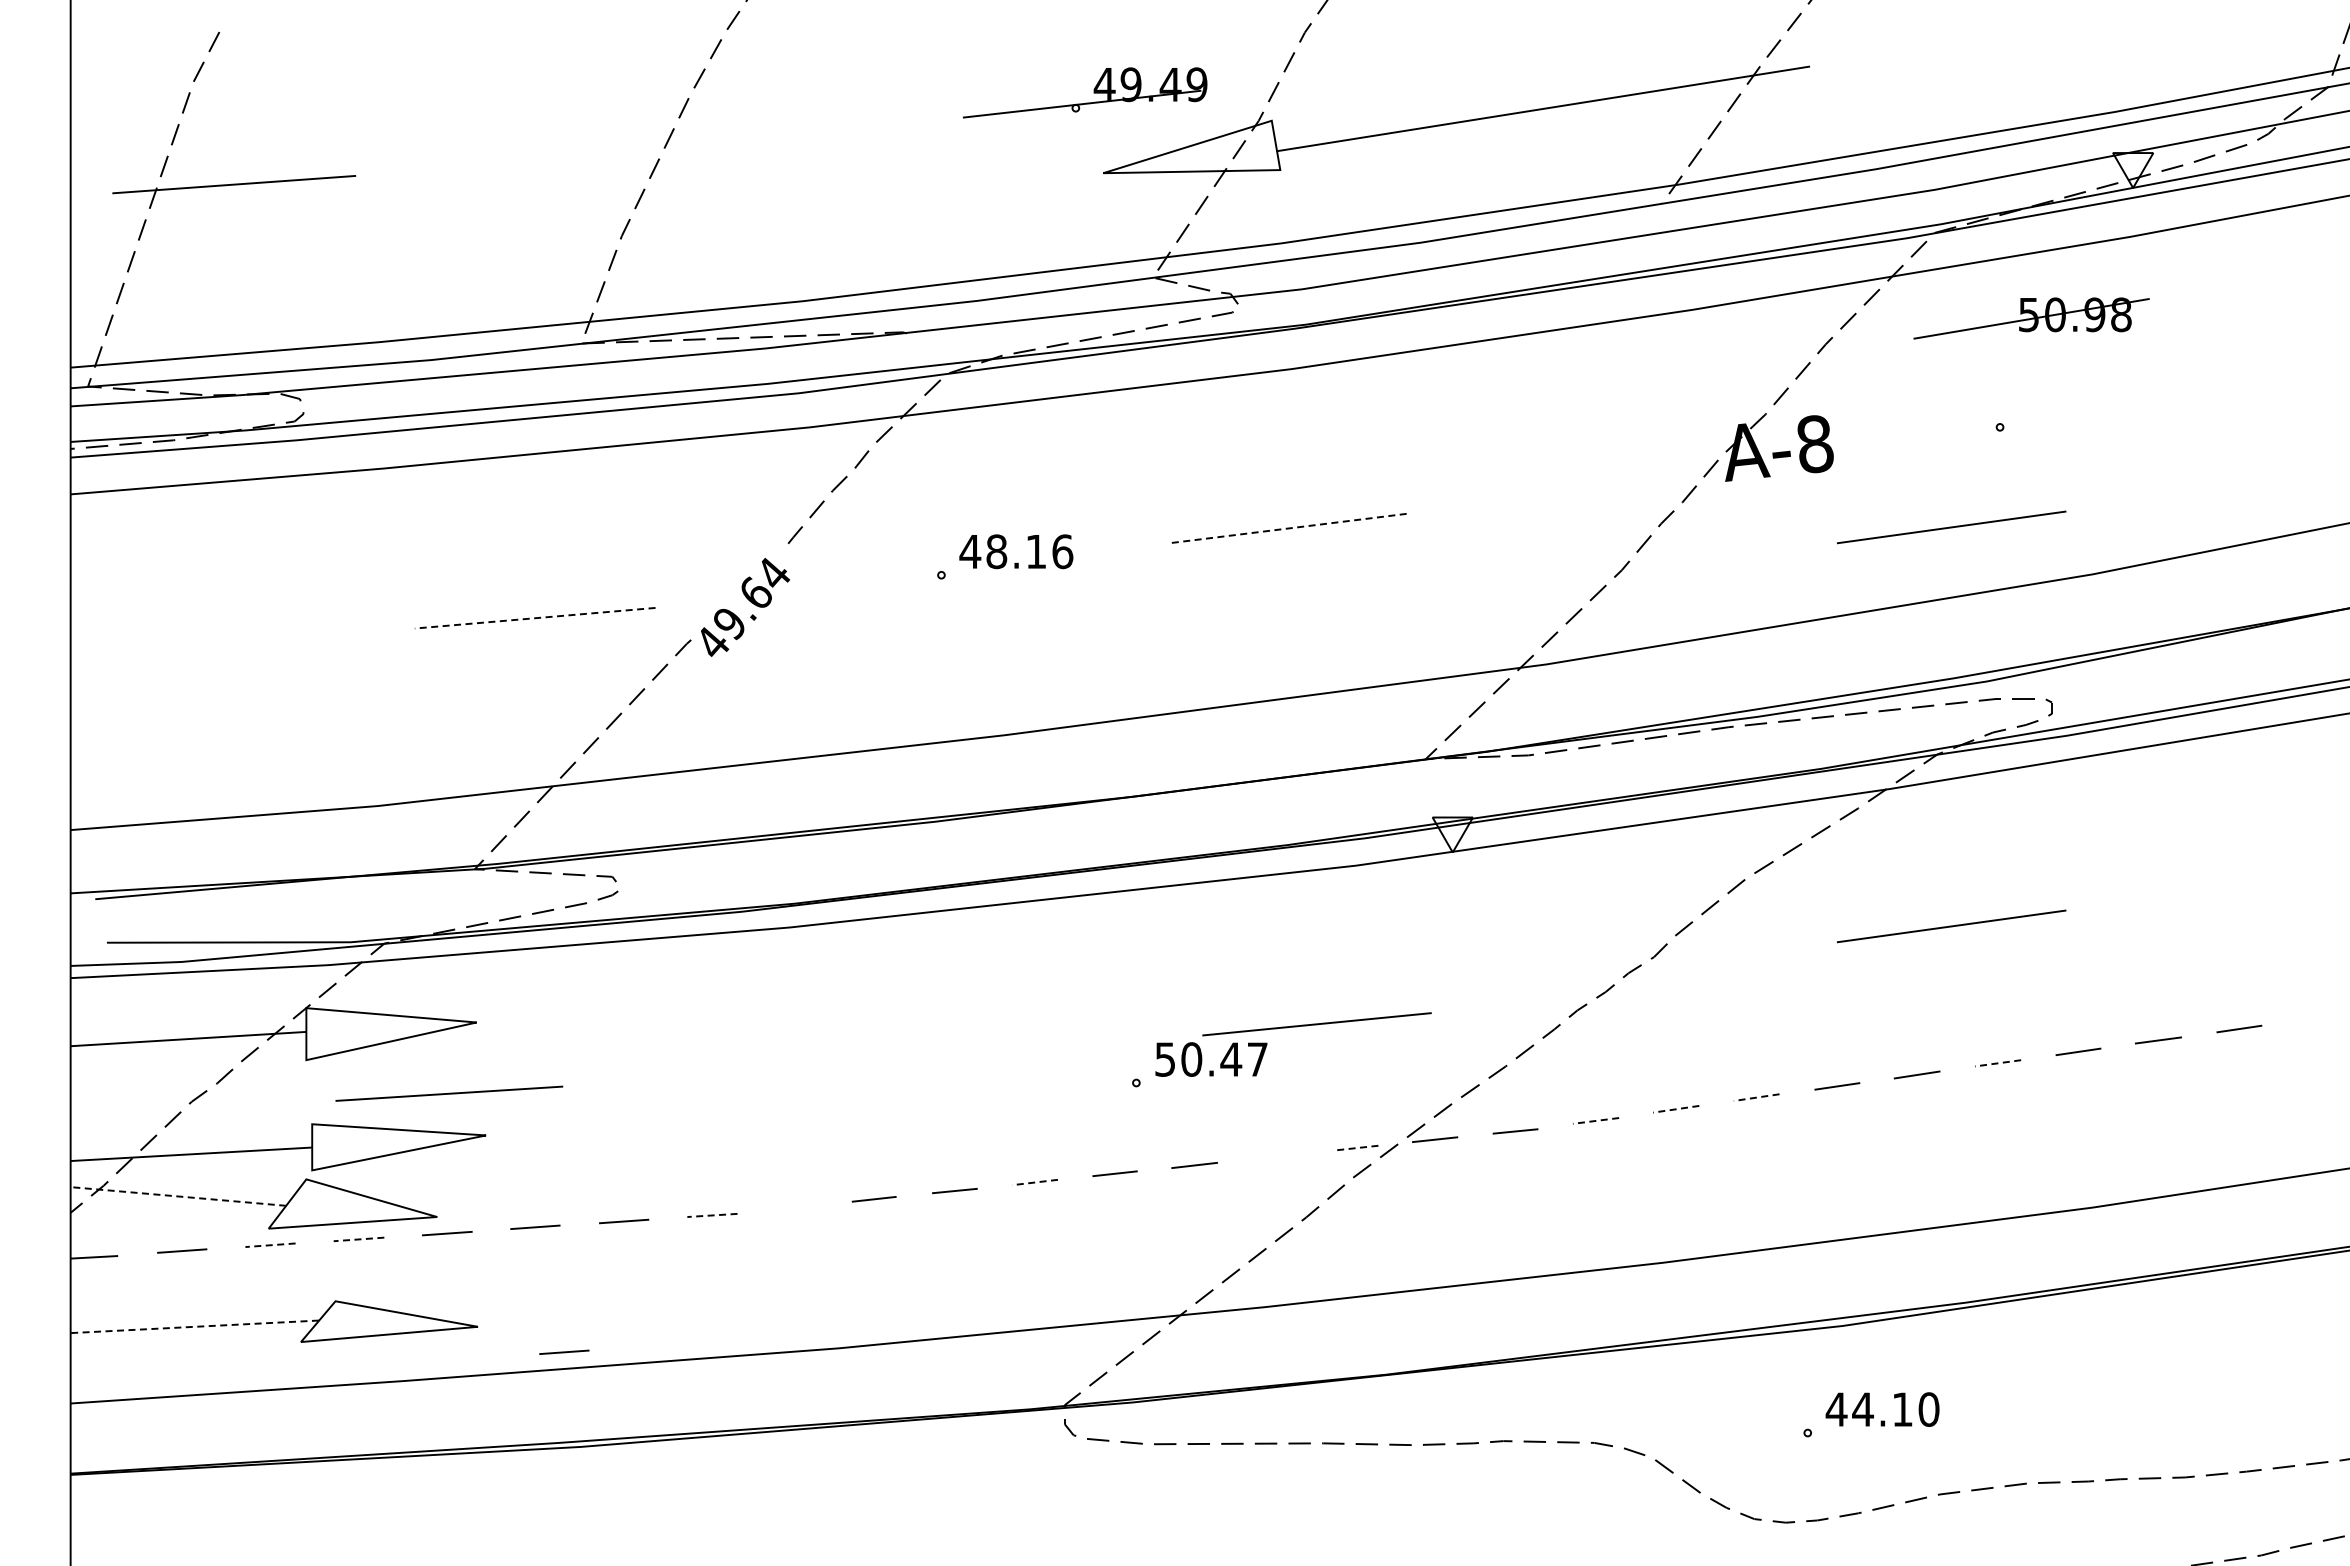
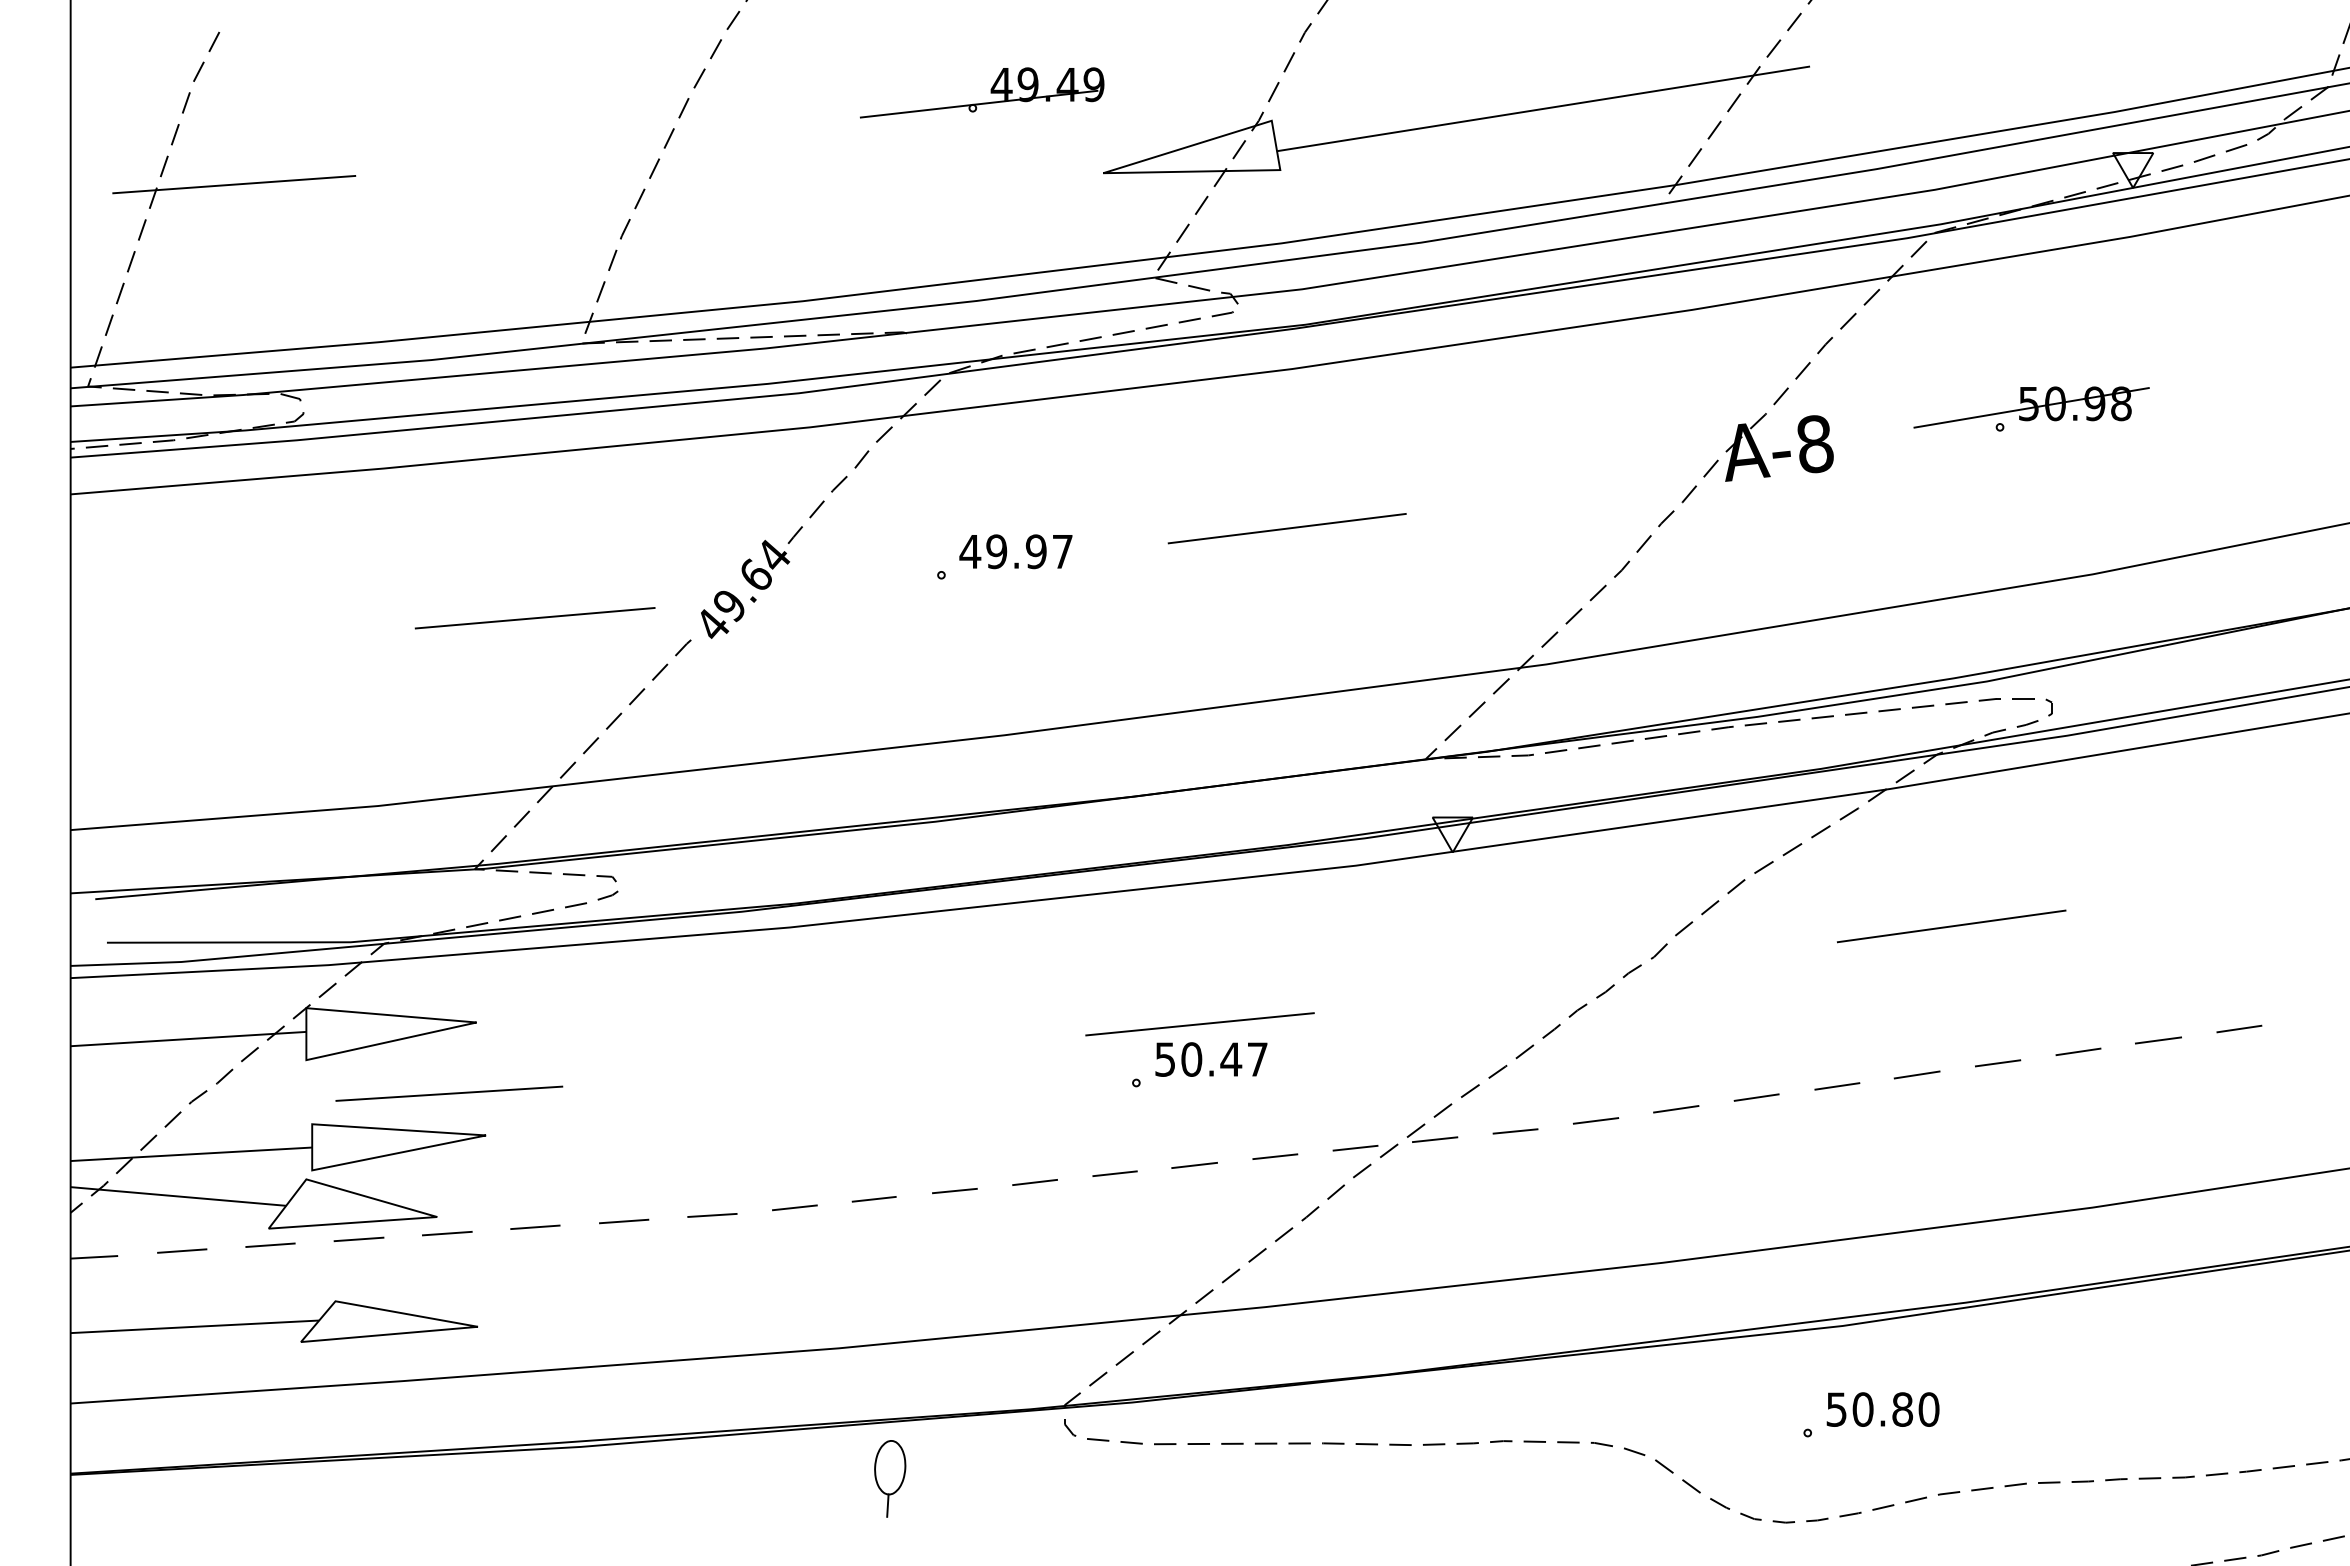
part at (1093, 92) position: (1093, 92) -> (990, 92)
part at (2031, 318) position: (2031, 318) -> (2031, 407)
line at (1951, 527): present -> none
line at (1286, 528): dashed -> solid
text at (1029, 551): 48.16 -> 49.97
text at (745, 607) position: (745, 607) -> (745, 589)
line at (535, 618): dashed -> solid
line at (1316, 1024) position: (1316, 1024) -> (1199, 1024)
line at (1997, 1063): dashed -> solid
line at (1756, 1097): dashed -> solid
line at (1675, 1109): dashed -> solid
line at (1595, 1120): dashed -> solid
line at (1355, 1148): dashed -> solid
line at (1275, 1156): none -> present
line at (1034, 1182): dashed -> solid
line at (177, 1196): dashed -> solid
line at (794, 1207): none -> present
line at (711, 1215): dashed -> solid
line at (358, 1239): dashed -> solid
line at (270, 1245): dashed -> solid
line at (194, 1326): dashed -> solid
line at (564, 1351): present -> none
text at (1869, 1409): 44.10 -> 50.80
part at (890, 1478): none -> present
